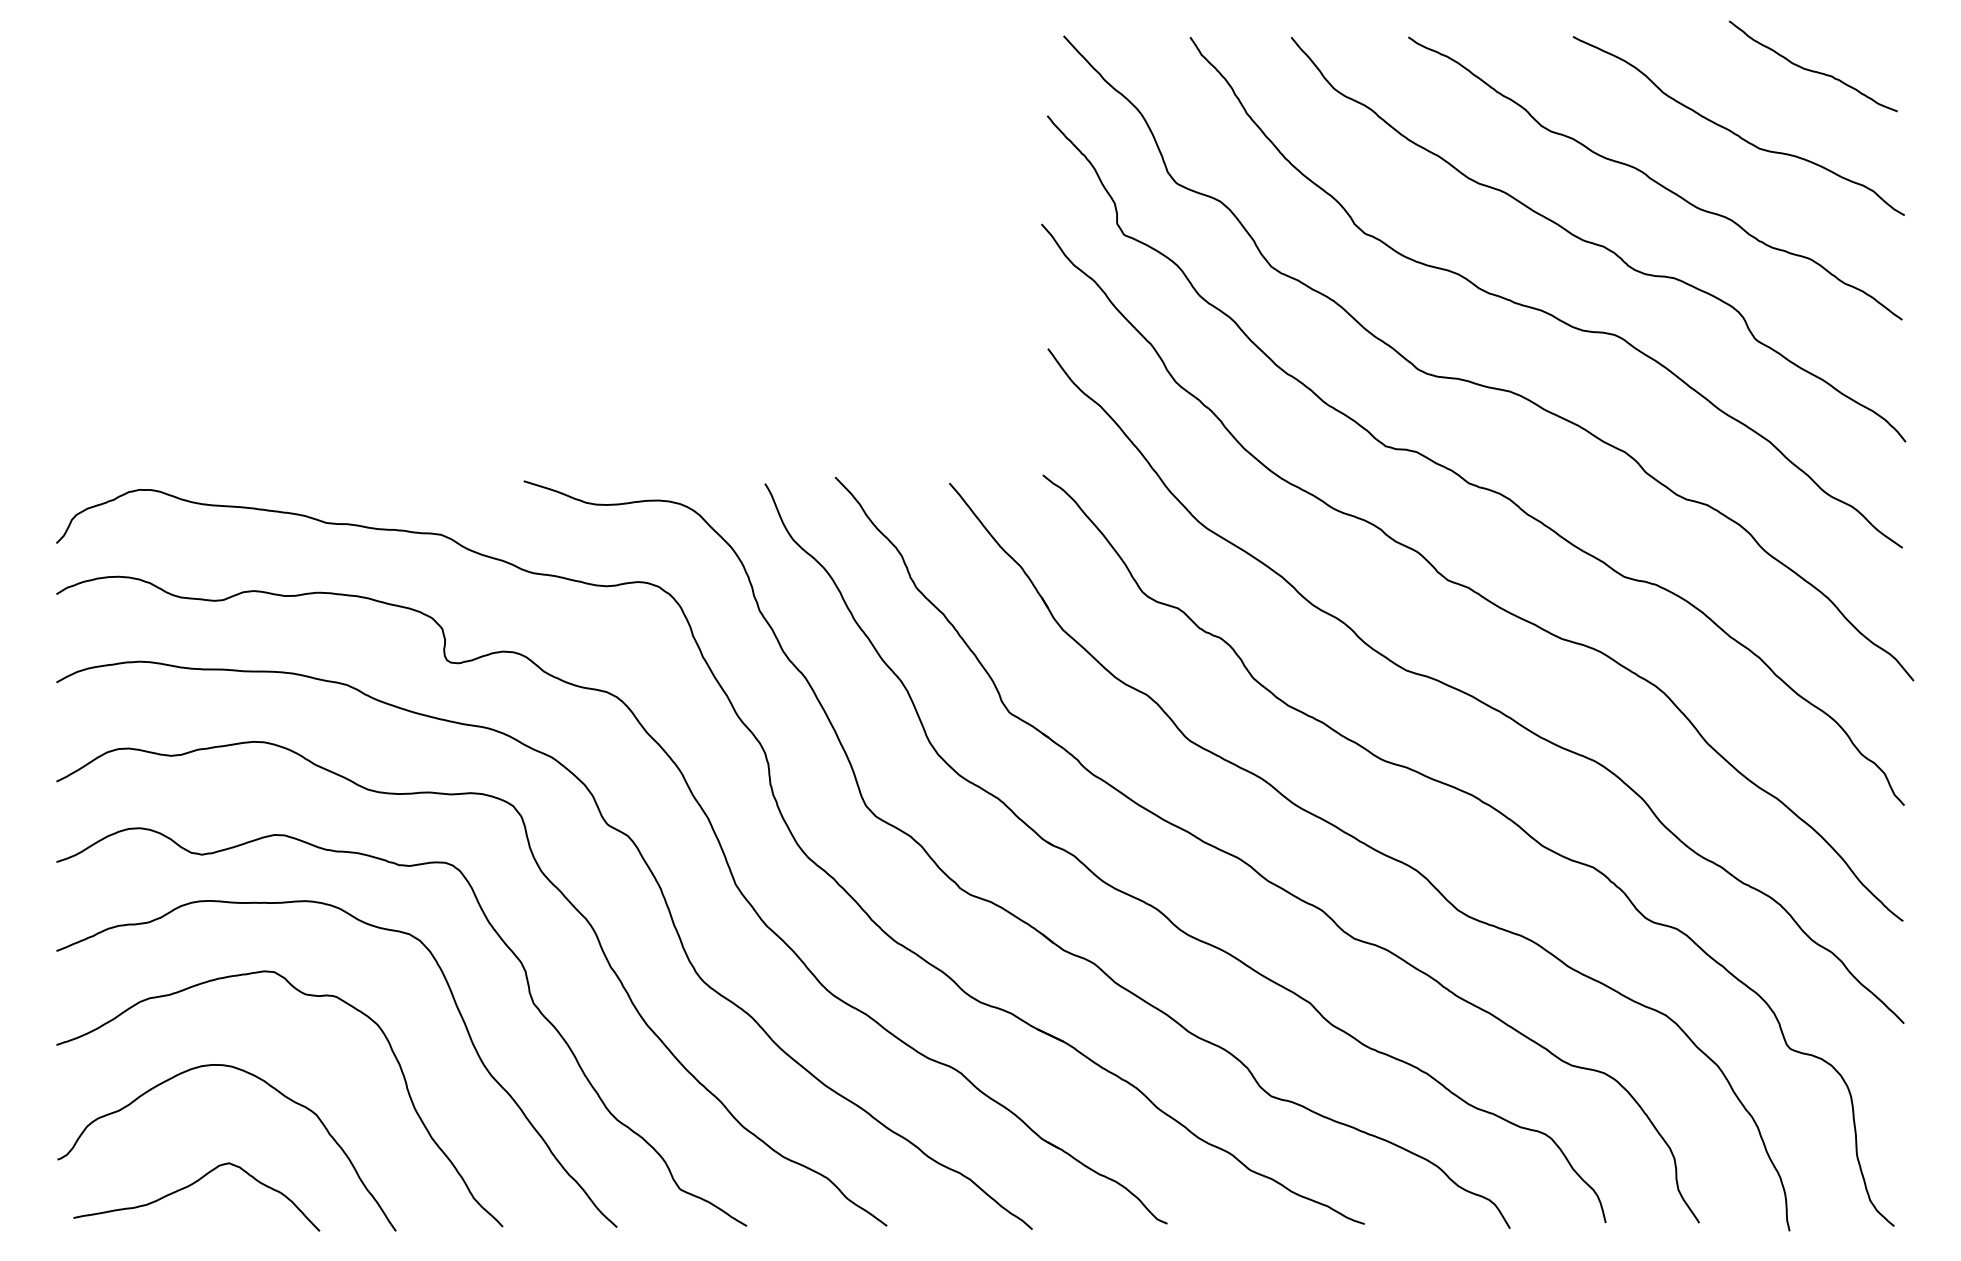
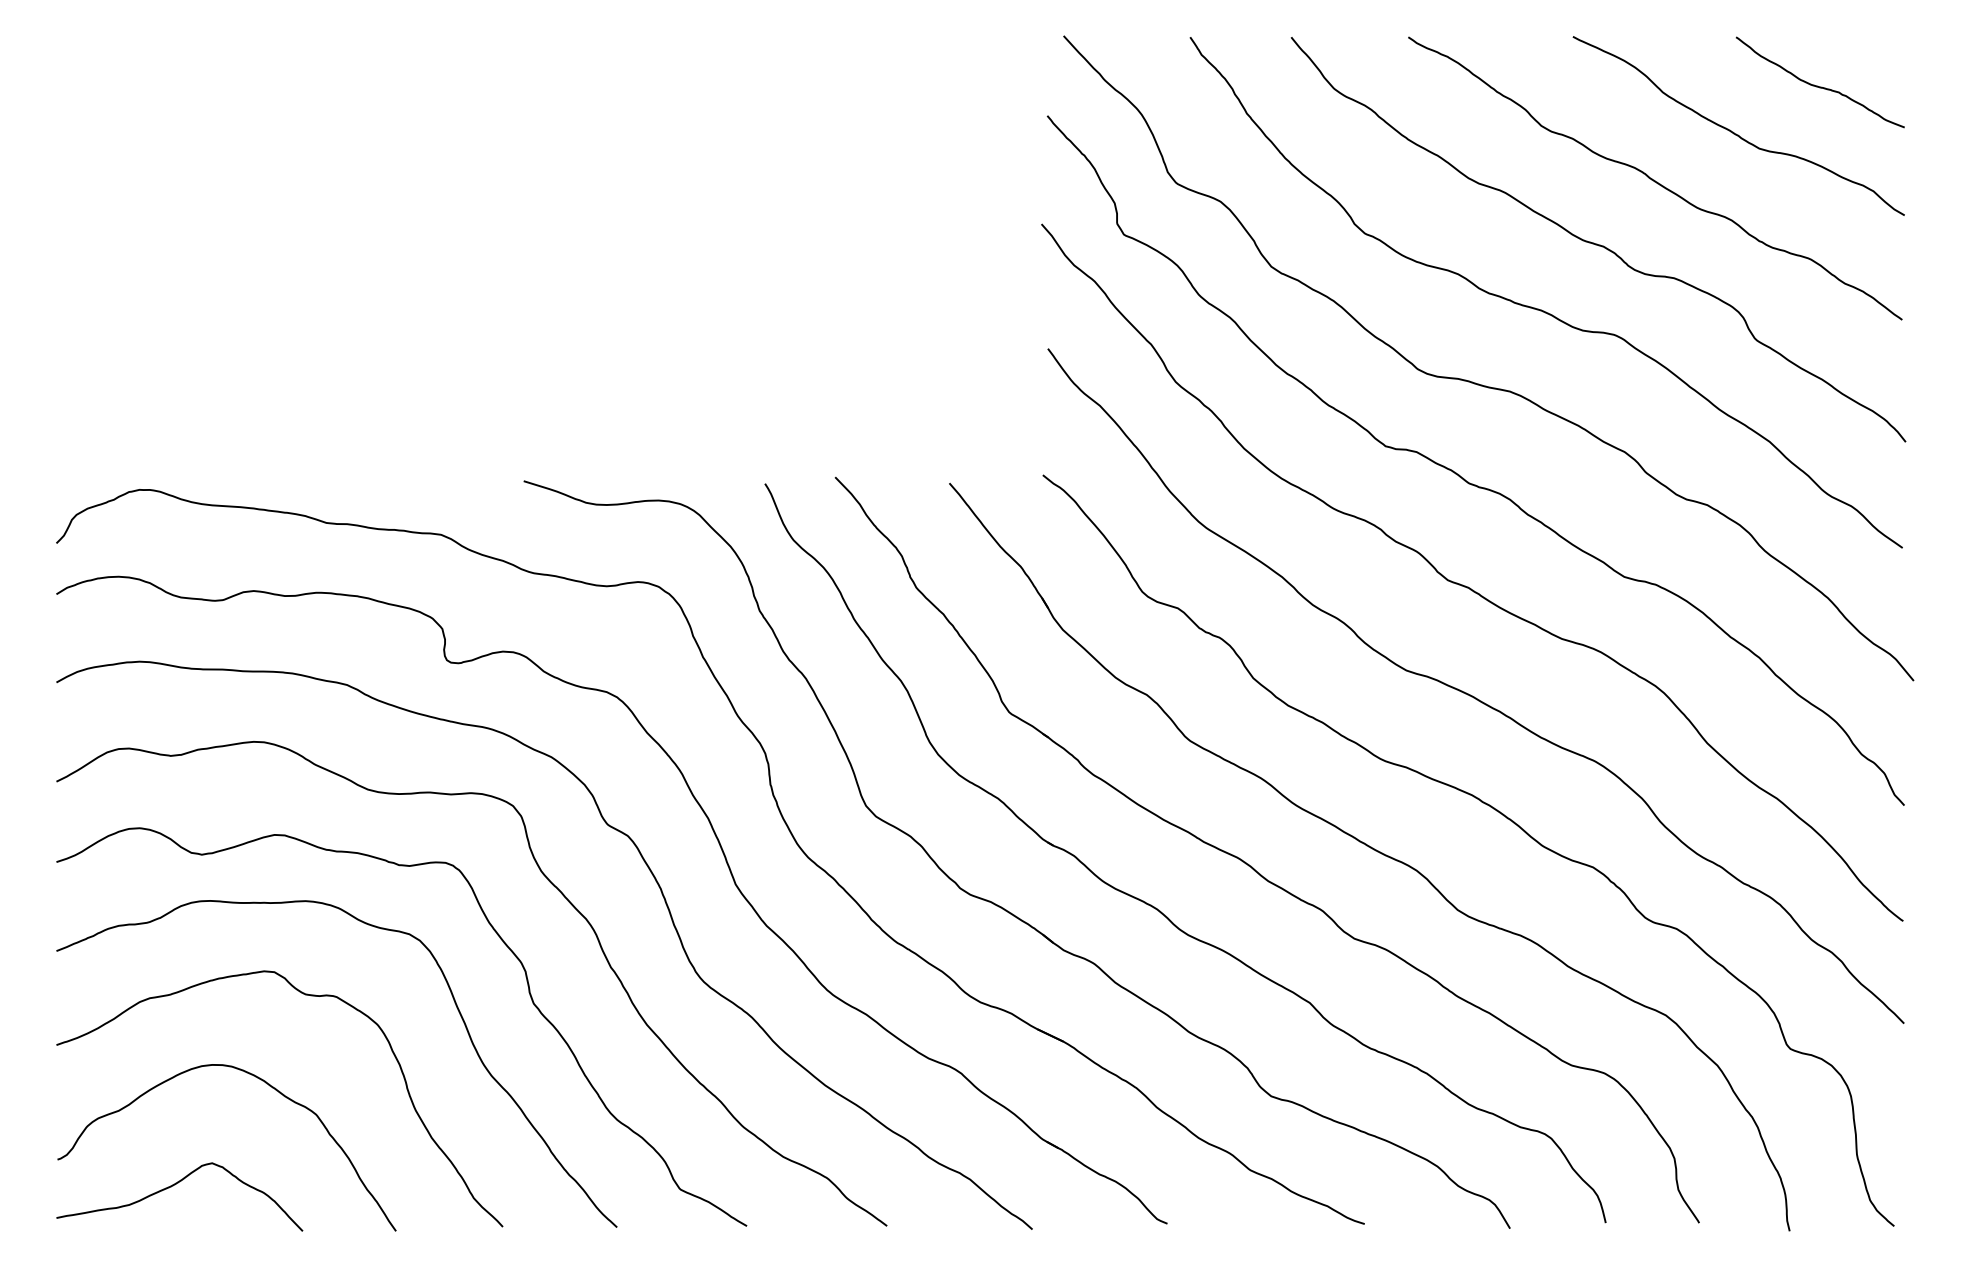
curve at (1810, 69) position: (1810, 69) -> (1817, 85)
curve at (190, 1186) position: (190, 1186) -> (173, 1186)
